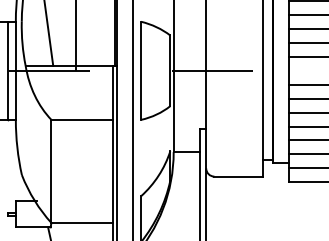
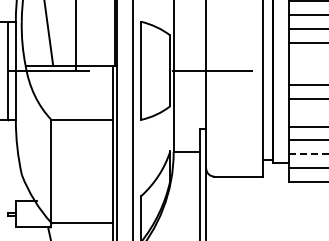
line at (306, 56): present -> none
line at (306, 112): present -> none
line at (308, 154): solid -> dashed
